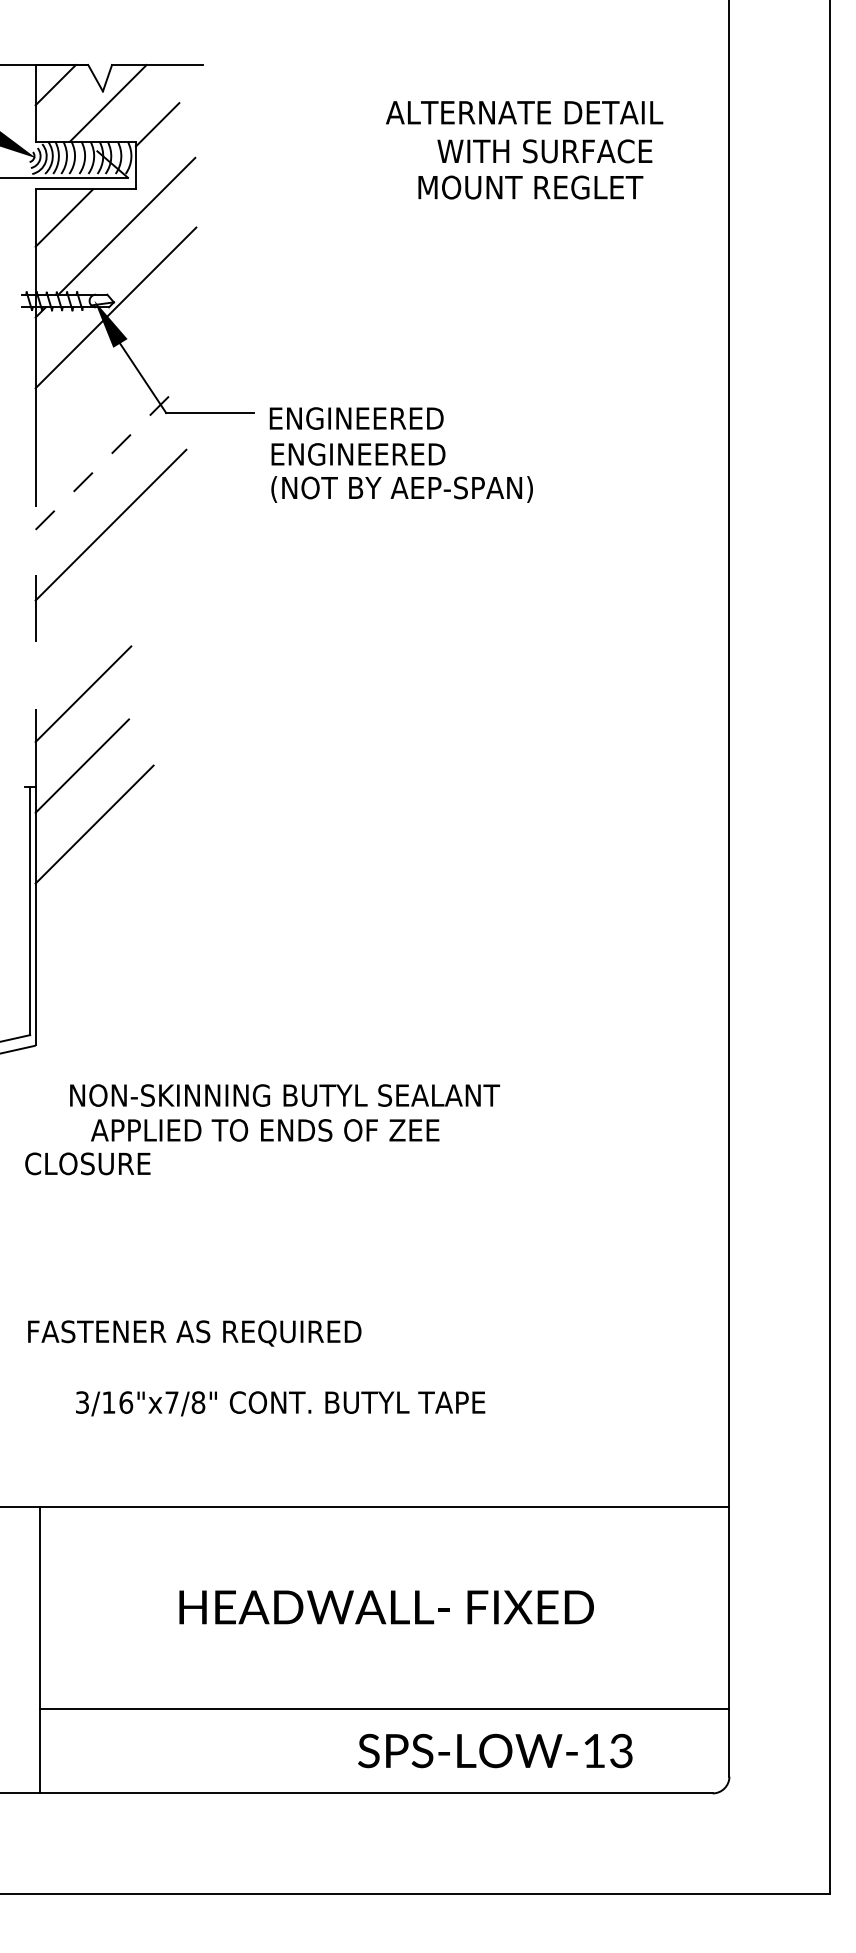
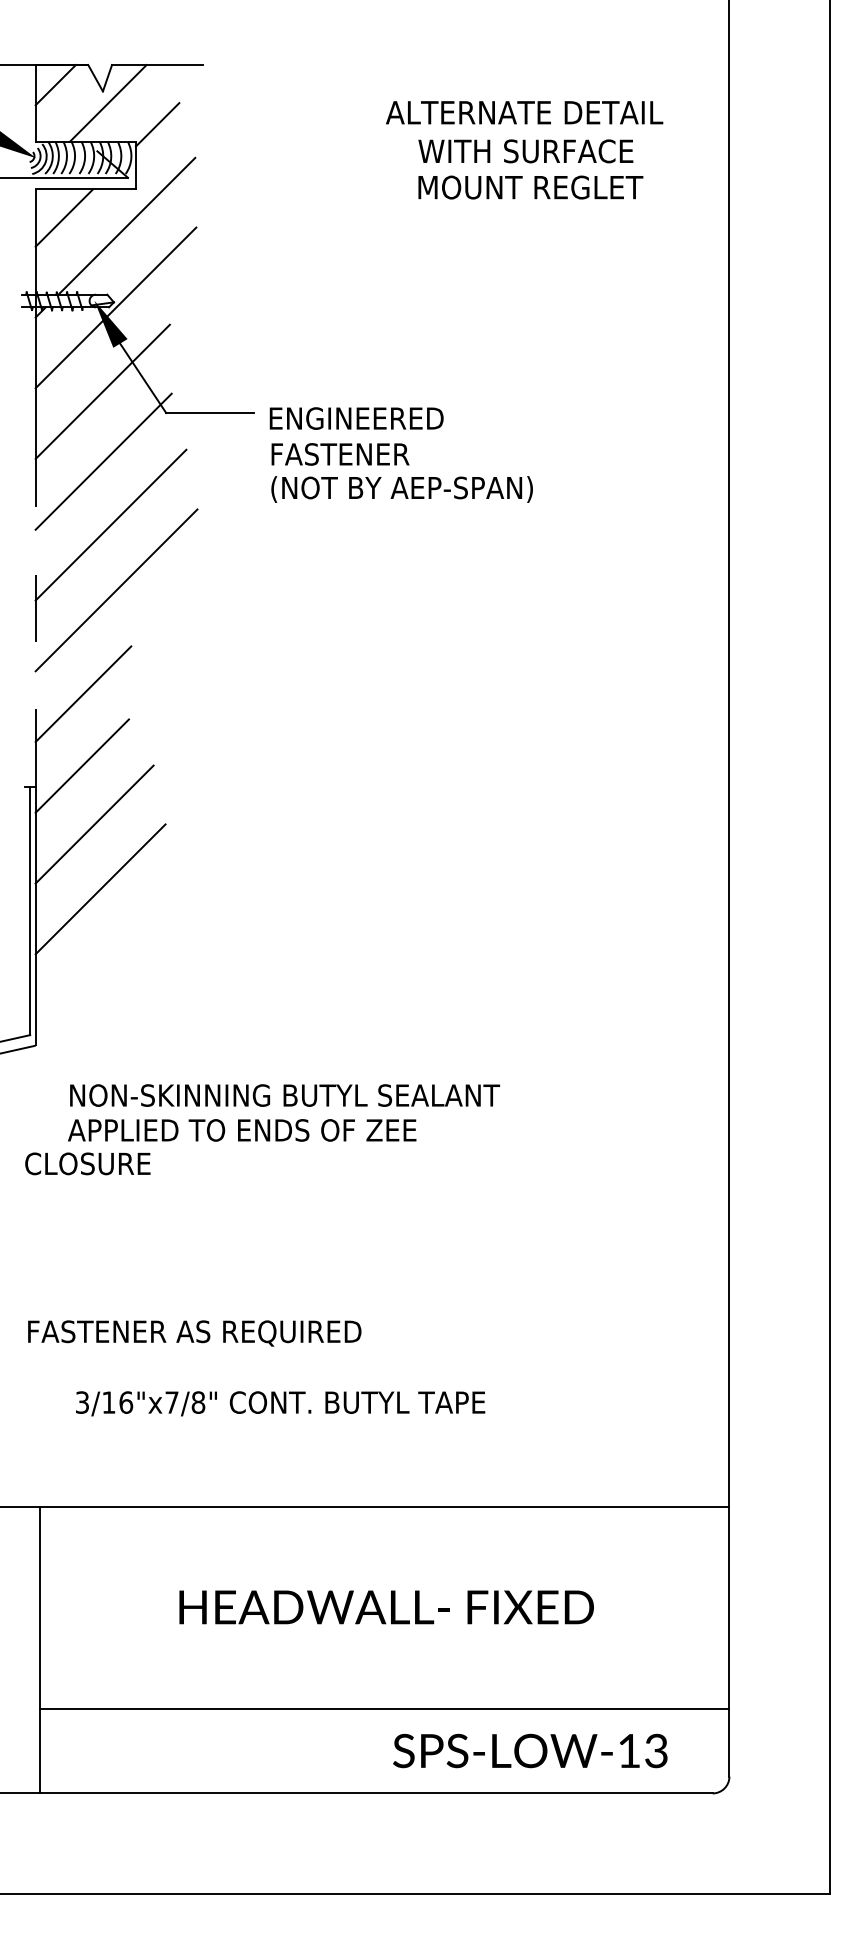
text at (544, 151) position: (544, 151) -> (525, 151)
line at (102, 391): none -> present
text at (359, 454): ENGINEERED -> FASTENER
line at (104, 461): dashed -> solid
line at (116, 590): none -> present
line at (100, 889): none -> present
text at (265, 1130) position: (265, 1130) -> (242, 1130)
text at (495, 1750) position: (495, 1750) -> (530, 1750)
